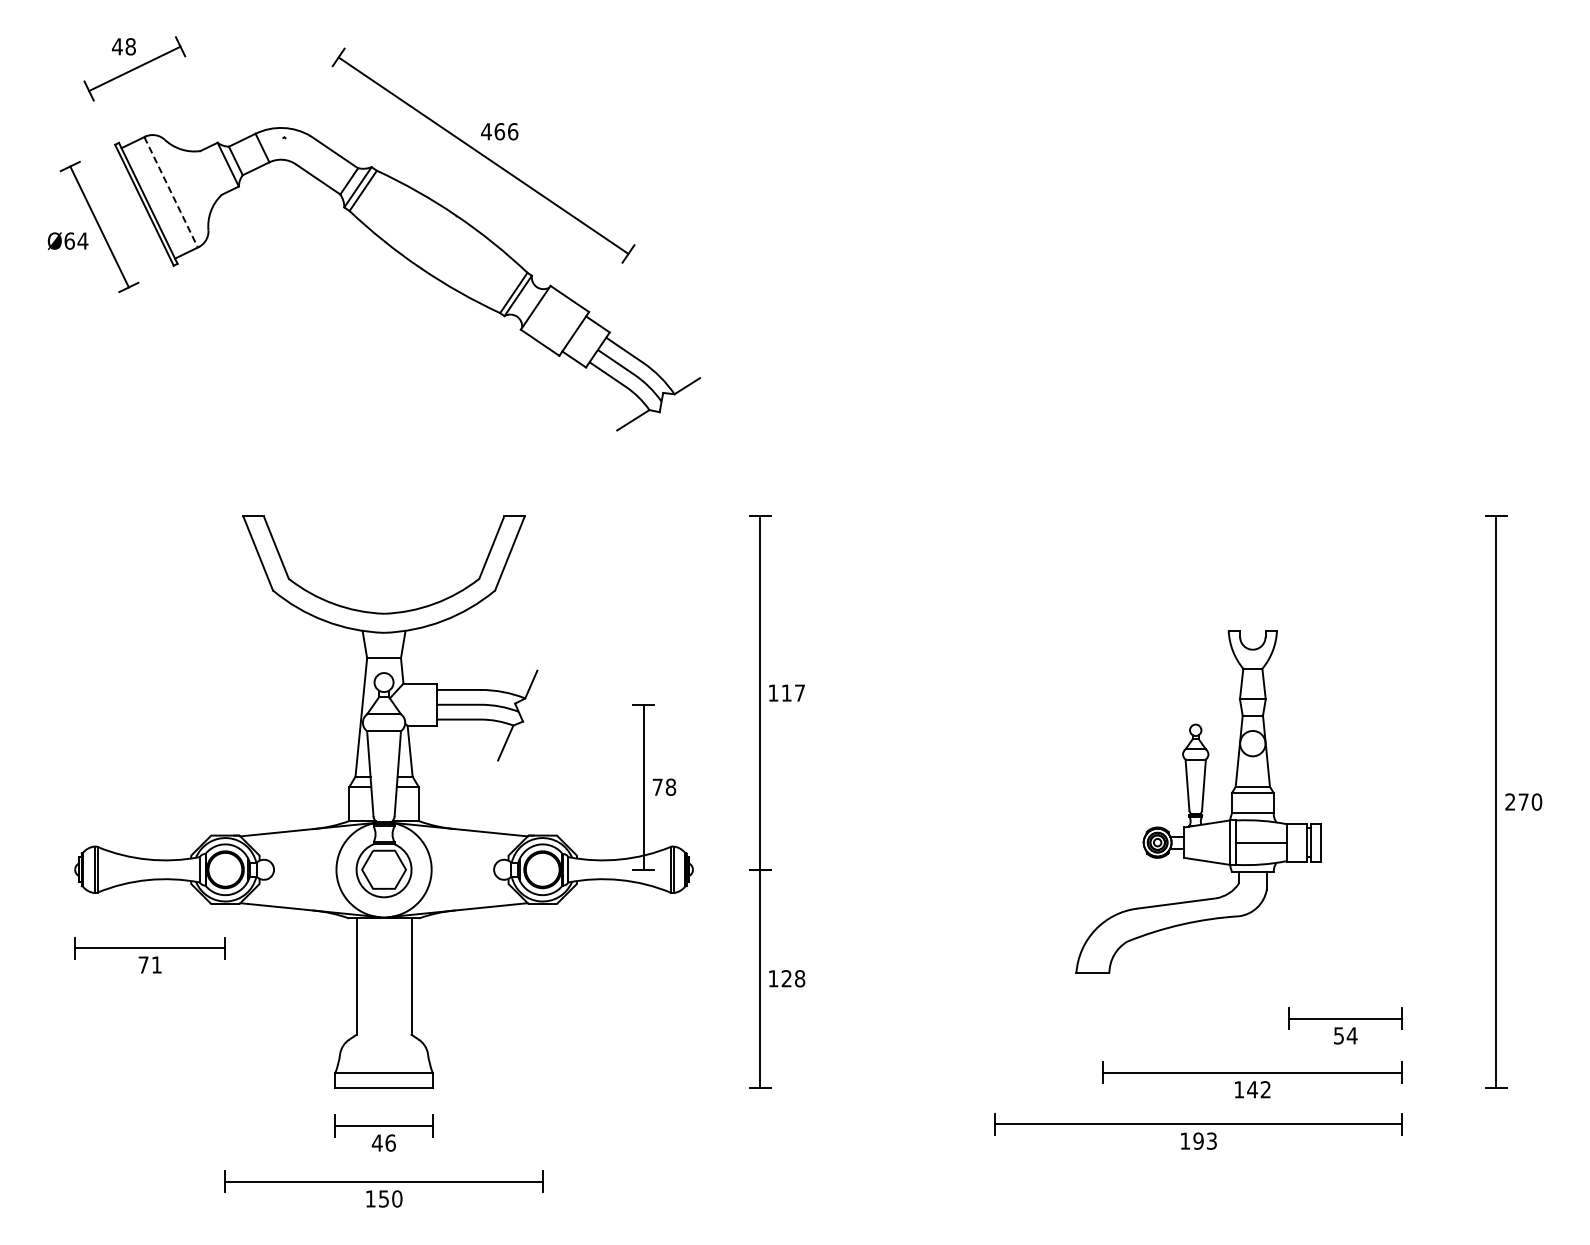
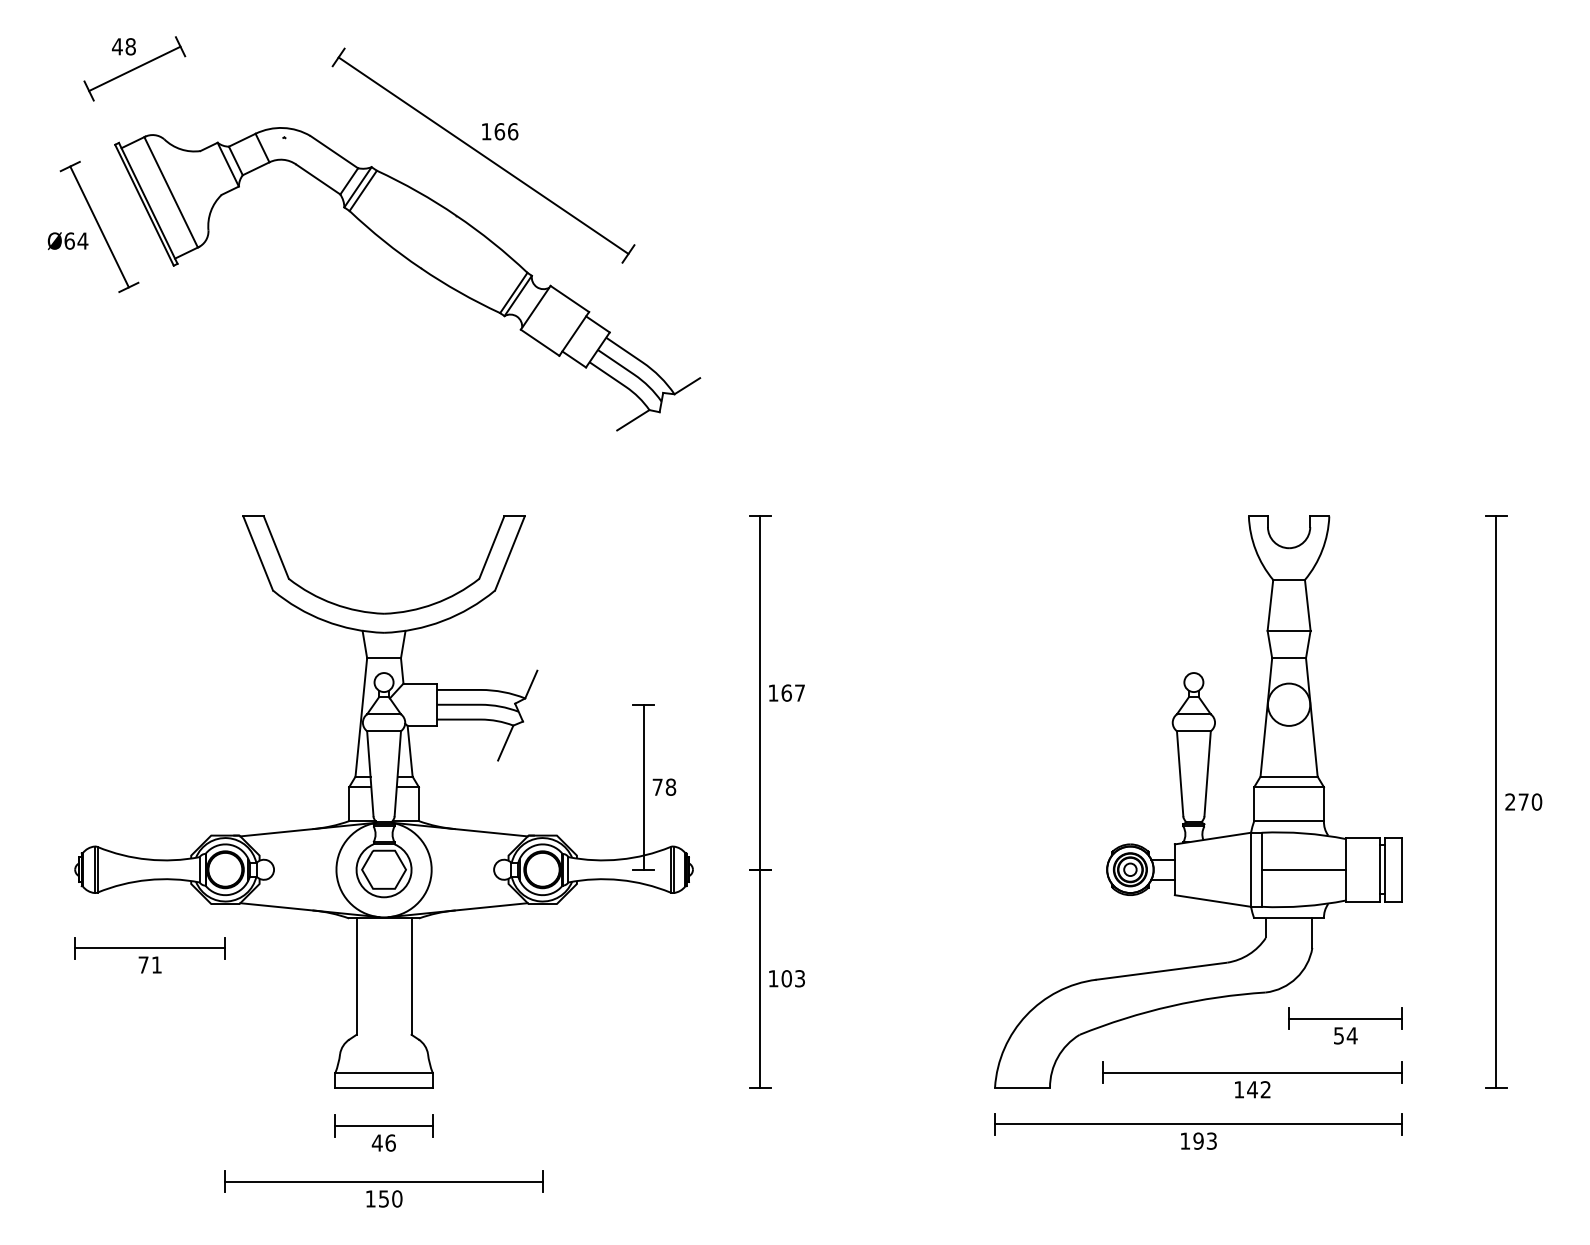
text at (486, 131): 466 -> 166
line at (171, 192): dashed -> solid
text at (786, 692): 117 -> 167
part at (1198, 801) size: 247x344 px -> 409x574 px
text at (793, 978): 128 -> 103
